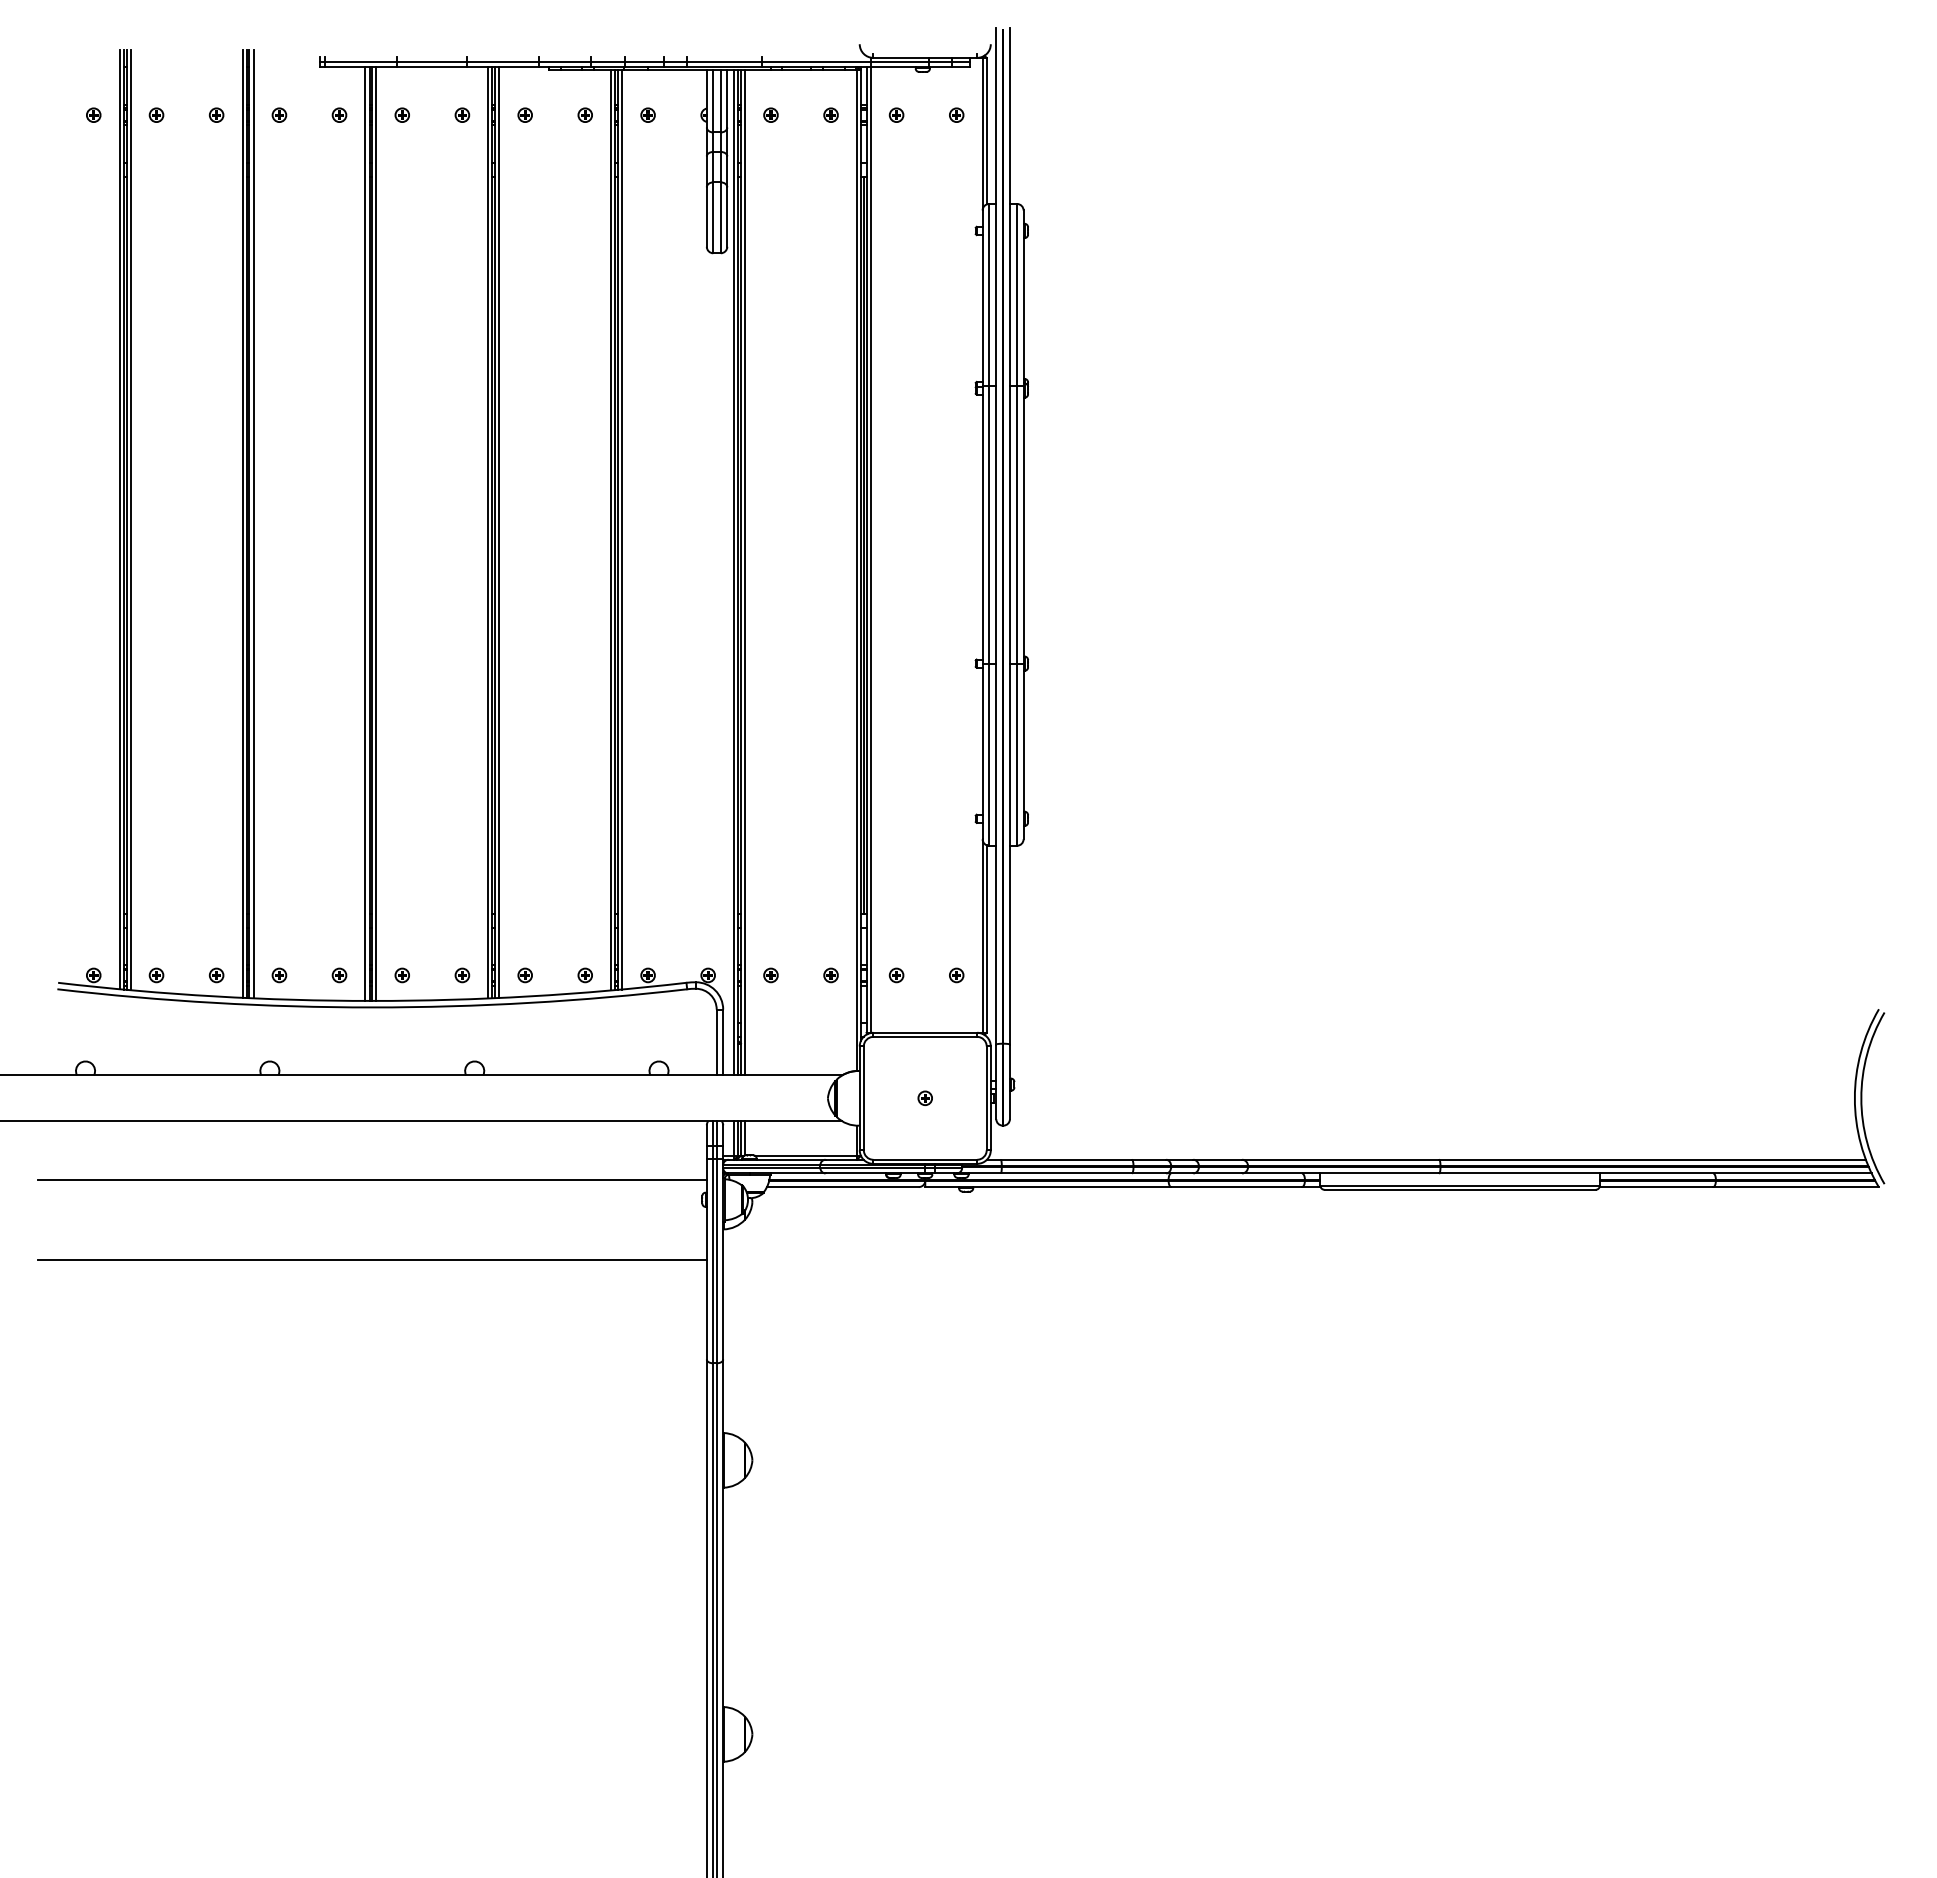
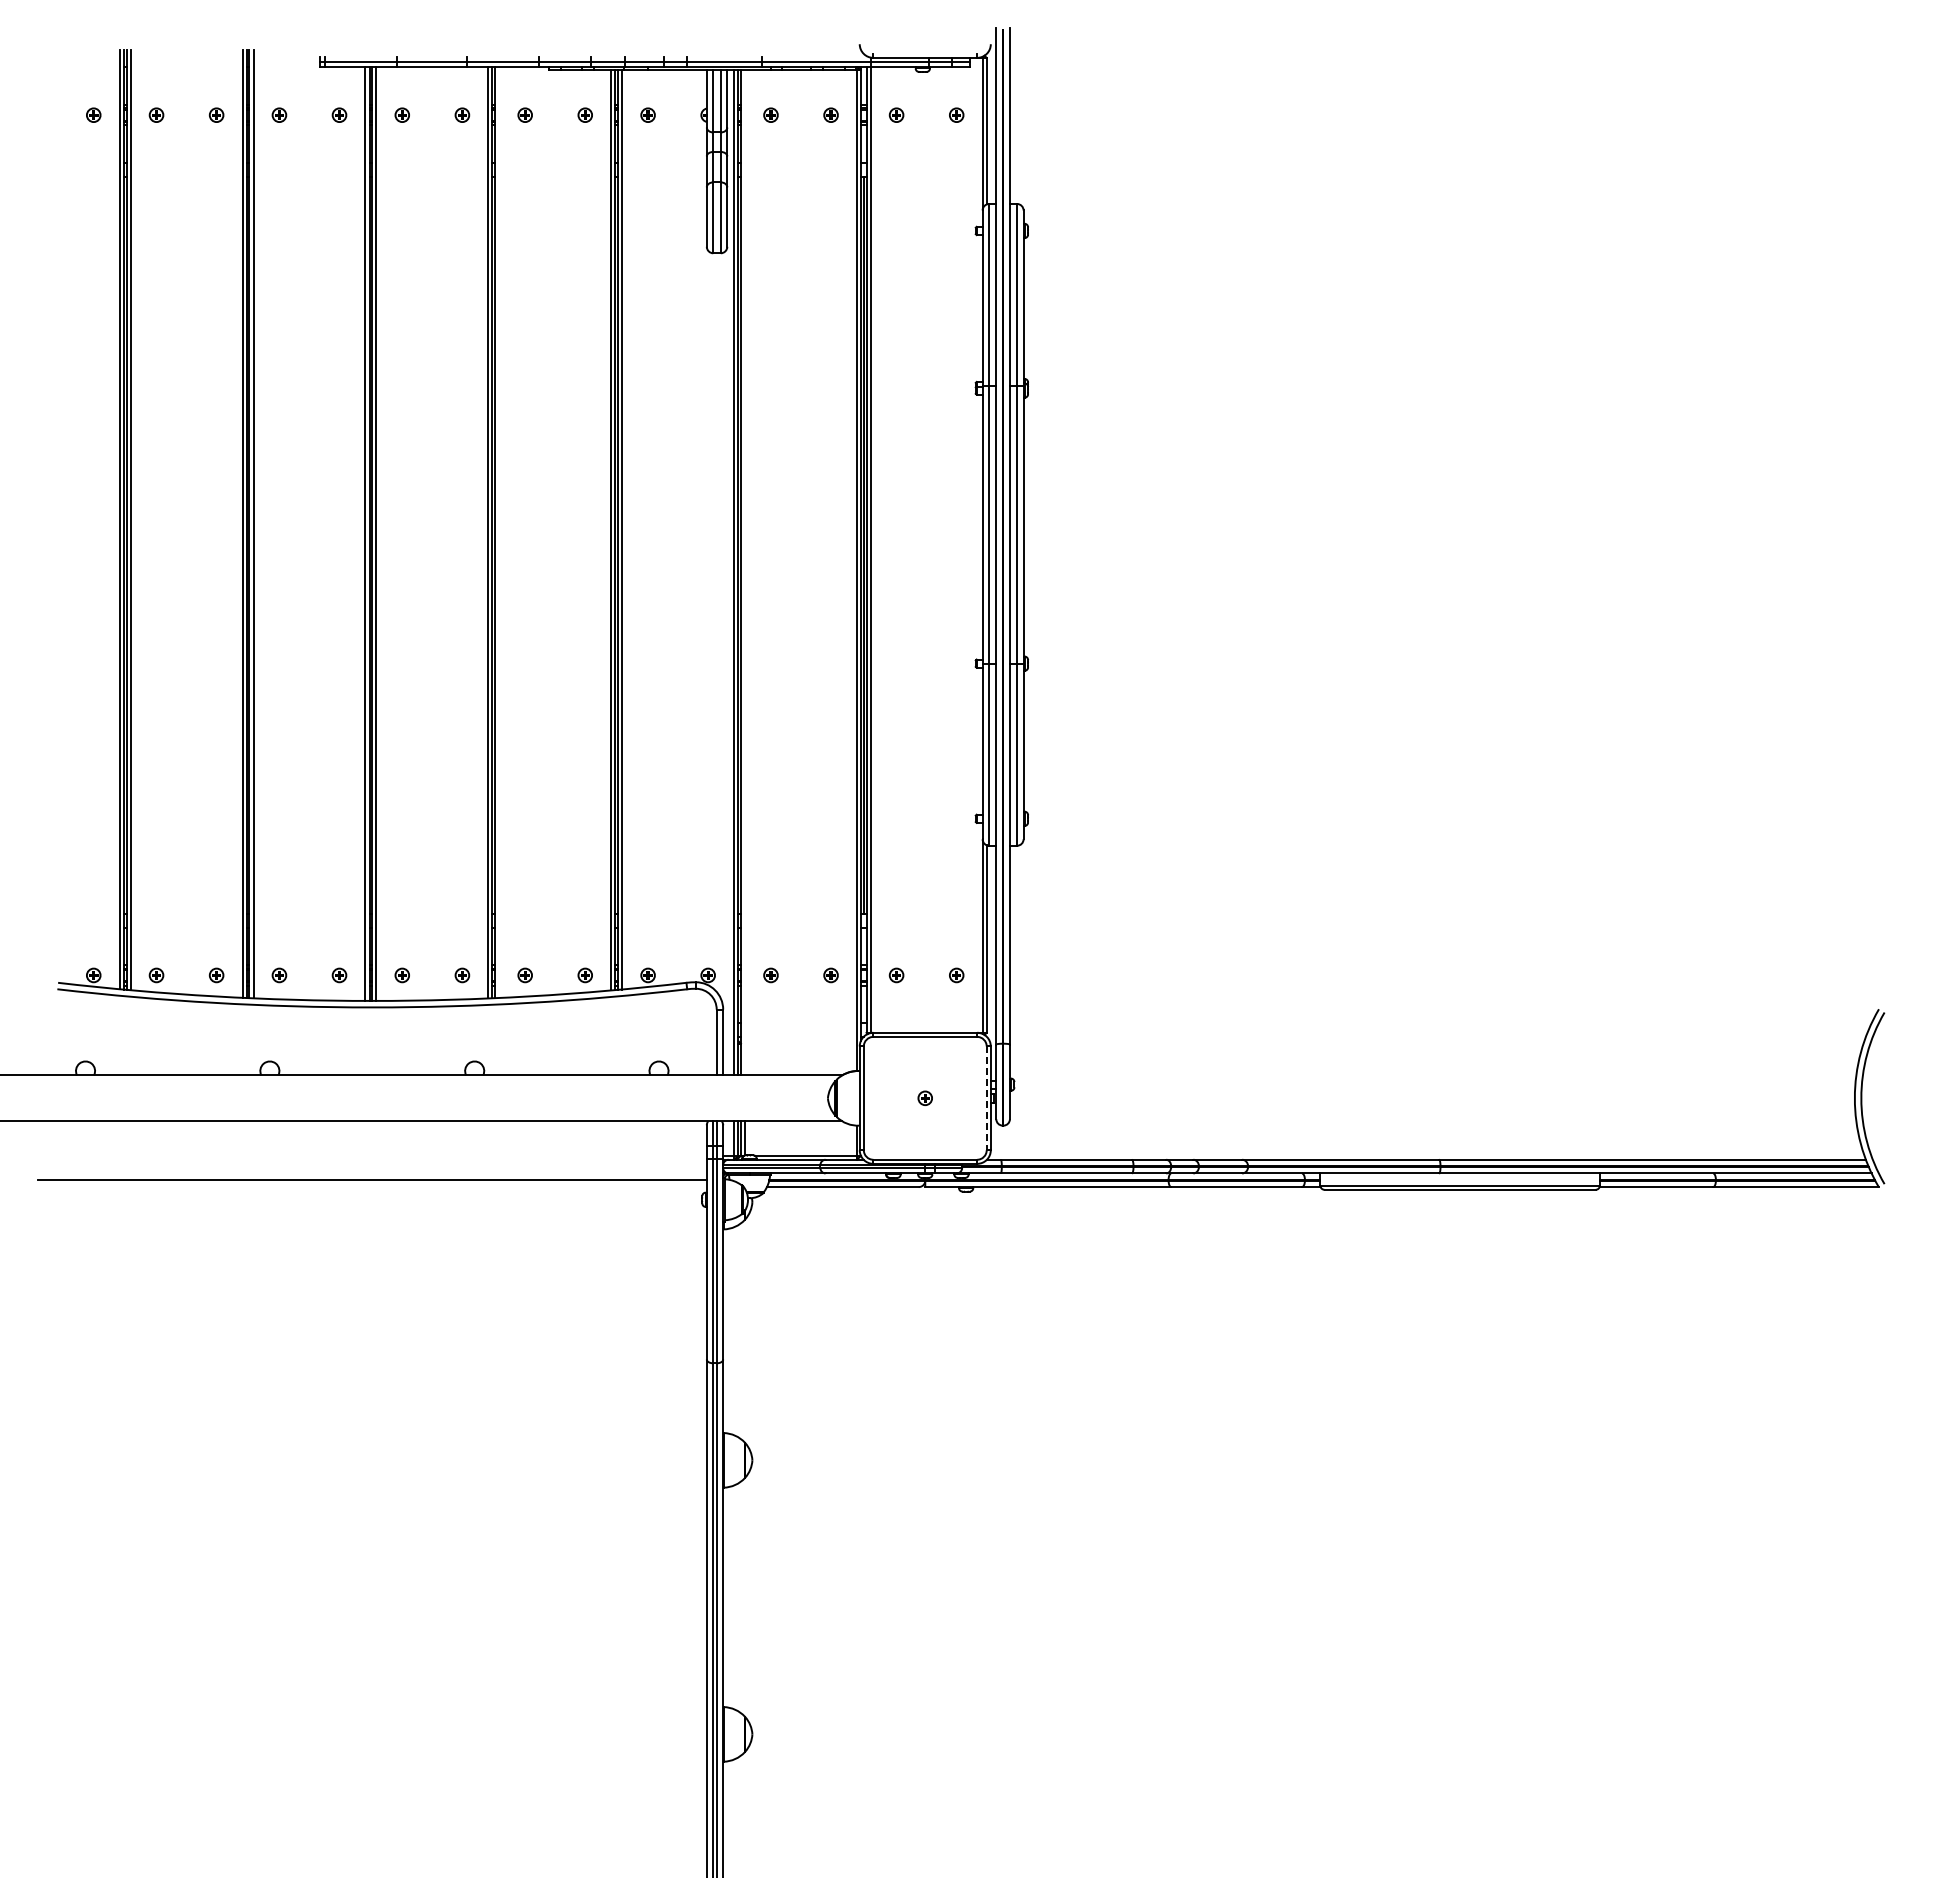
line at (499, 532): present -> none
line at (745, 572): present -> none
line at (986, 1098): solid -> dashed
line at (371, 1259): present -> none
